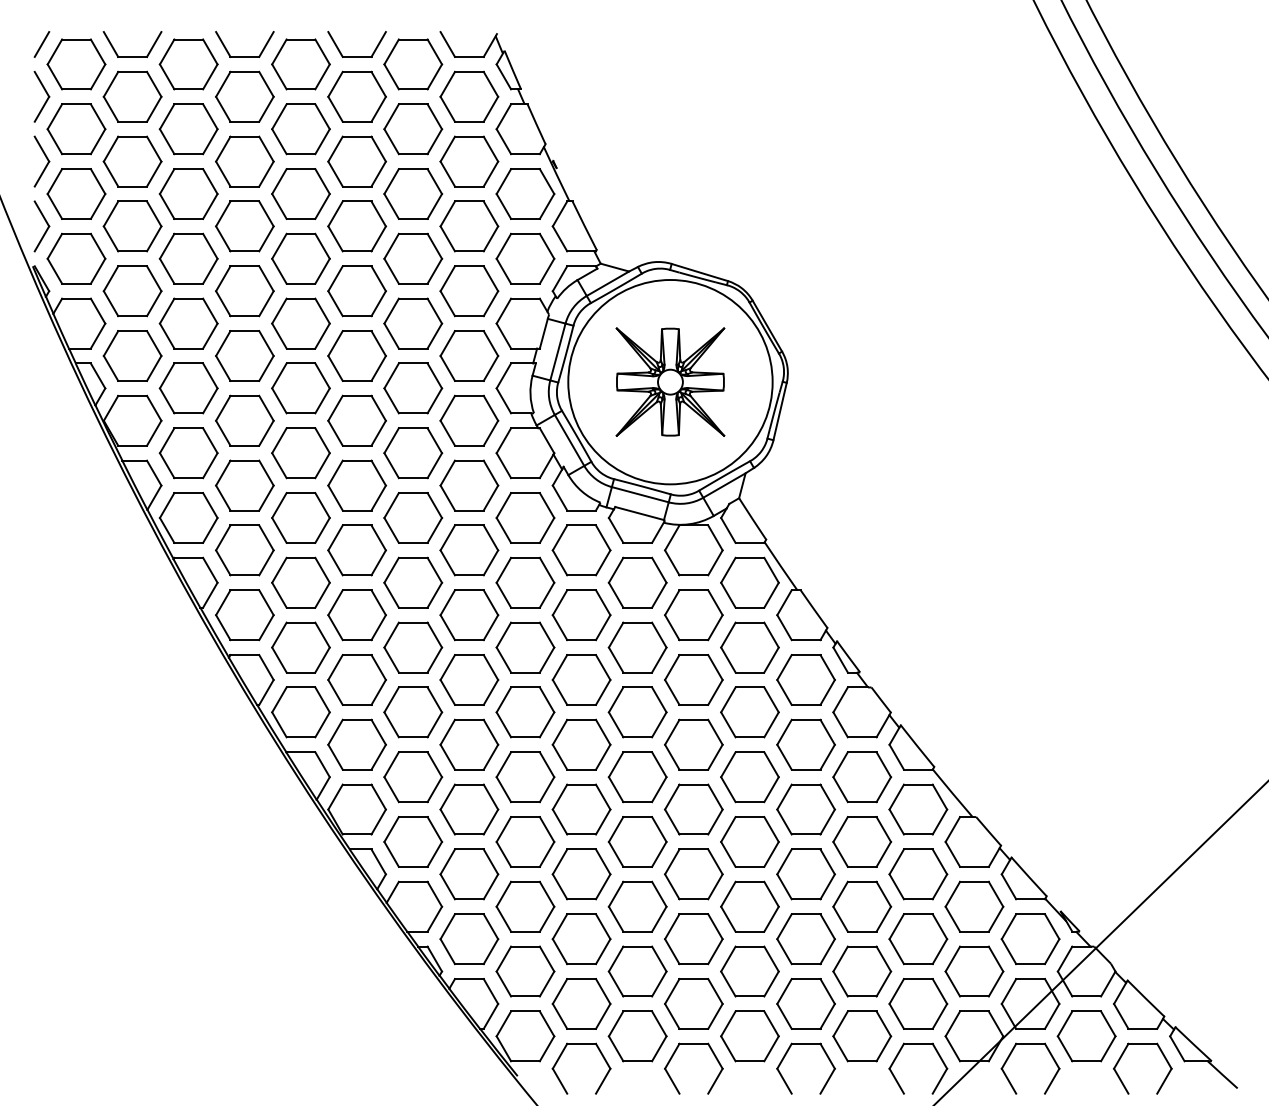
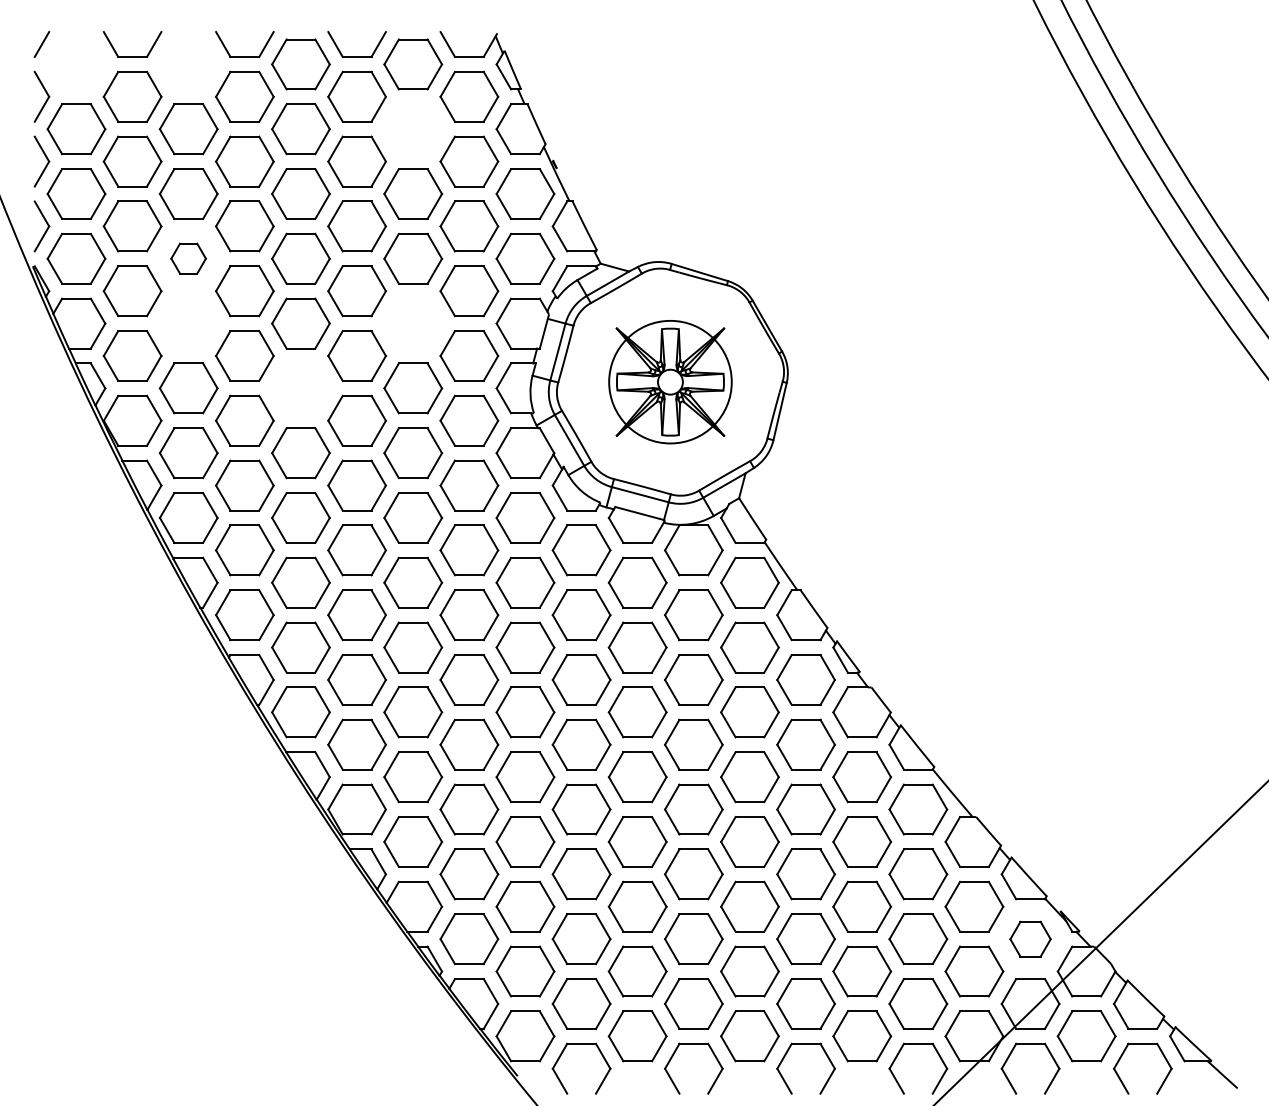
part at (76, 64): present -> none
part at (188, 64): present -> none
part at (413, 129): present -> none
part at (188, 258) size: 61x53 px -> 37x33 px
part at (188, 323): present -> none
part at (413, 323): present -> none
circle at (670, 382) diameter: 204 px -> 123 px
part at (300, 388): present -> none
part at (1030, 939) size: 61x53 px -> 43x38 px
